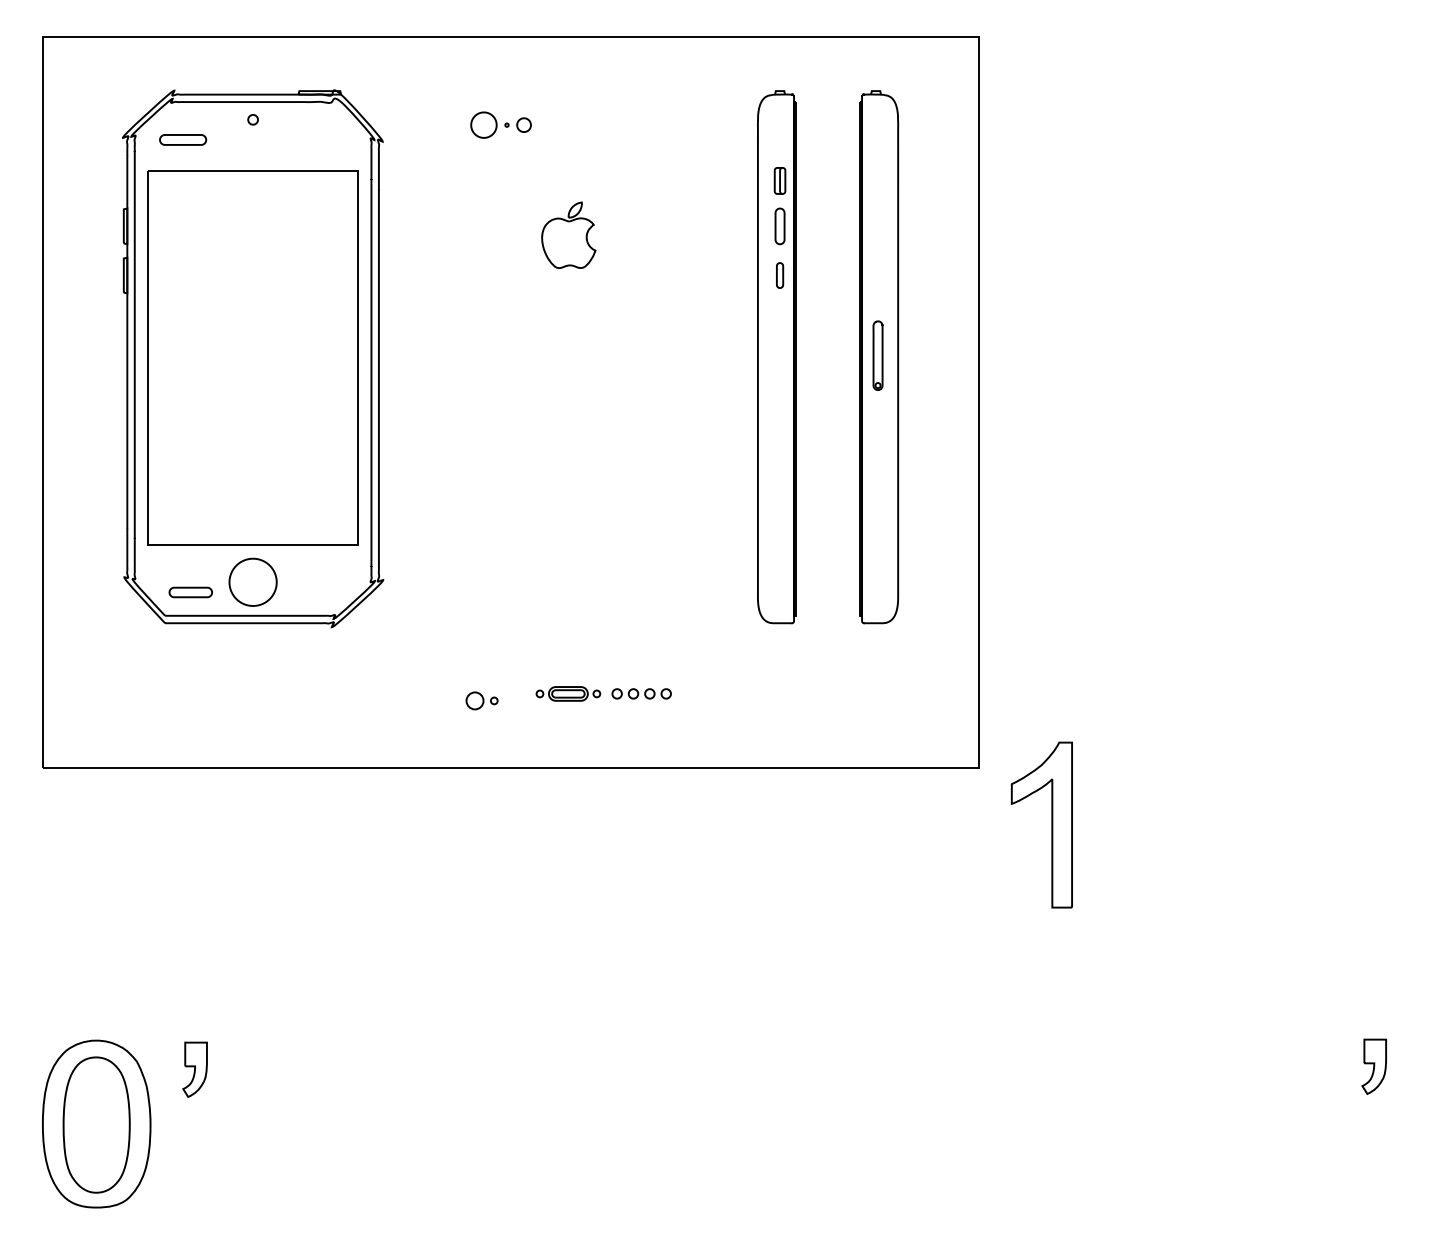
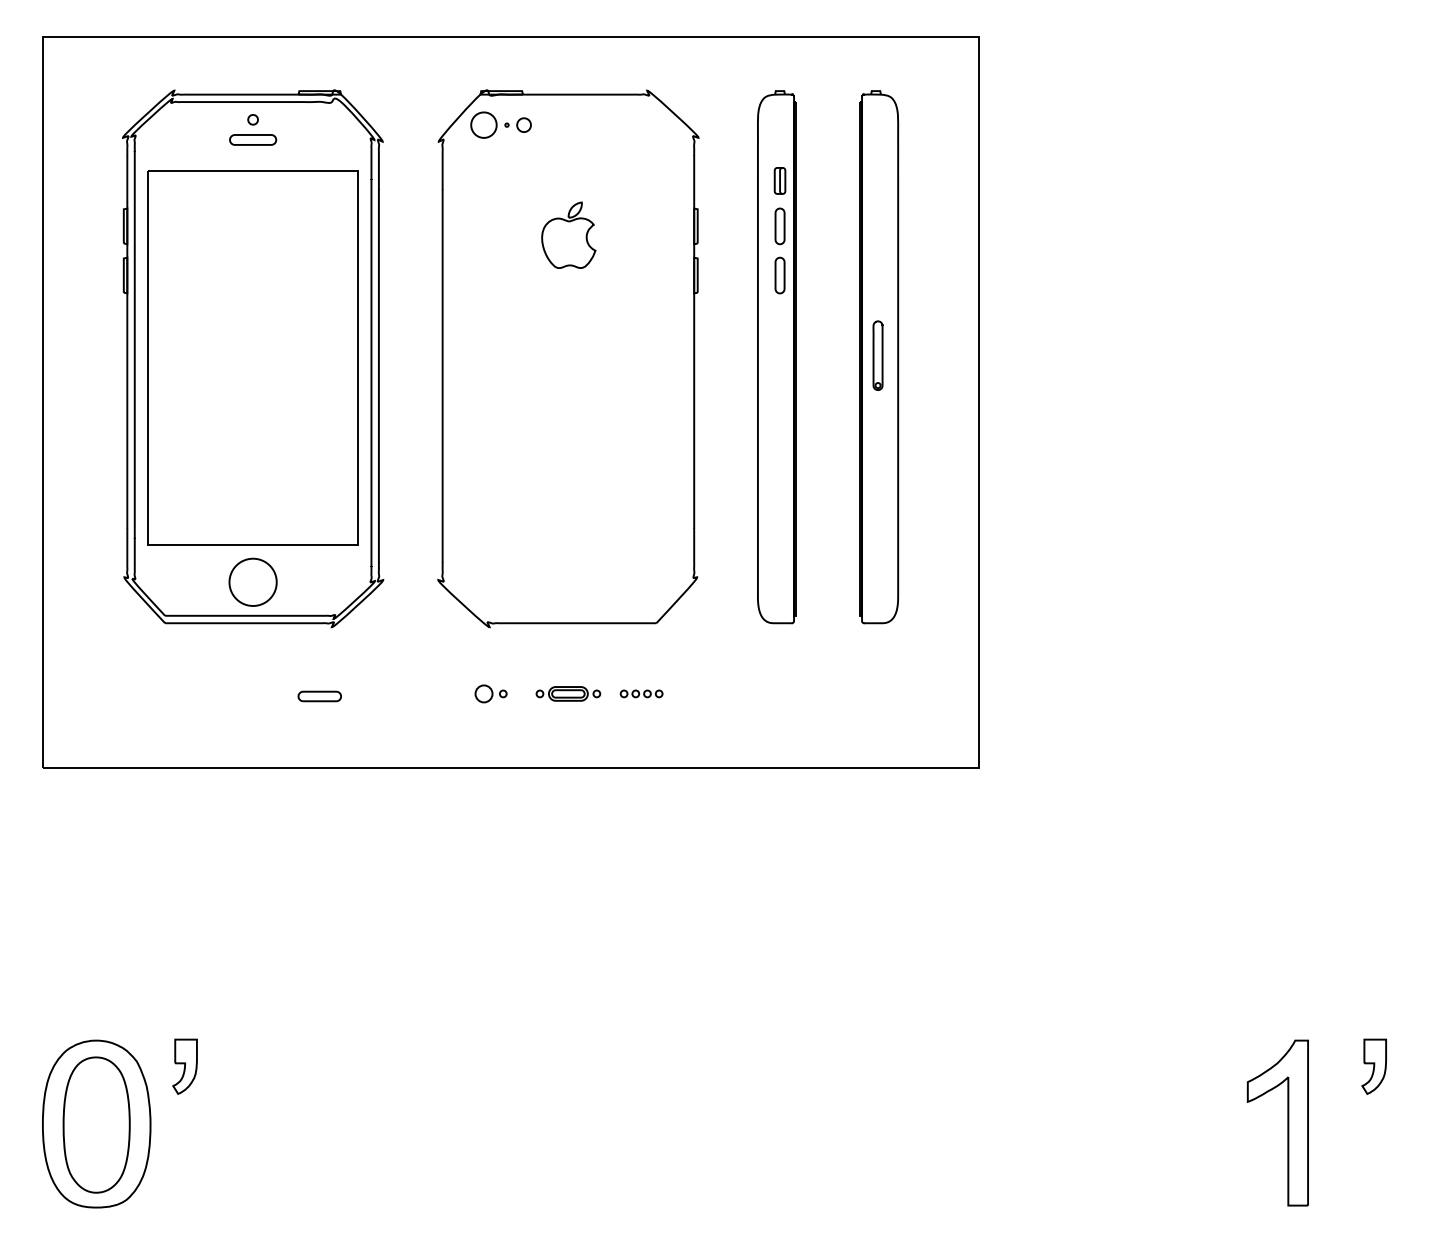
part at (183, 139) position: (183, 139) -> (253, 139)
part at (780, 275) size: 9x27 px -> 12x39 px
part at (568, 358): none -> present
part at (190, 592) position: (190, 592) -> (319, 696)
part at (641, 693) size: 61x12 px -> 45x10 px
part at (481, 700) position: (481, 700) -> (490, 693)
part at (1051, 824) position: (1051, 824) -> (1287, 1122)
part at (194, 1069) position: (194, 1069) -> (184, 1066)
